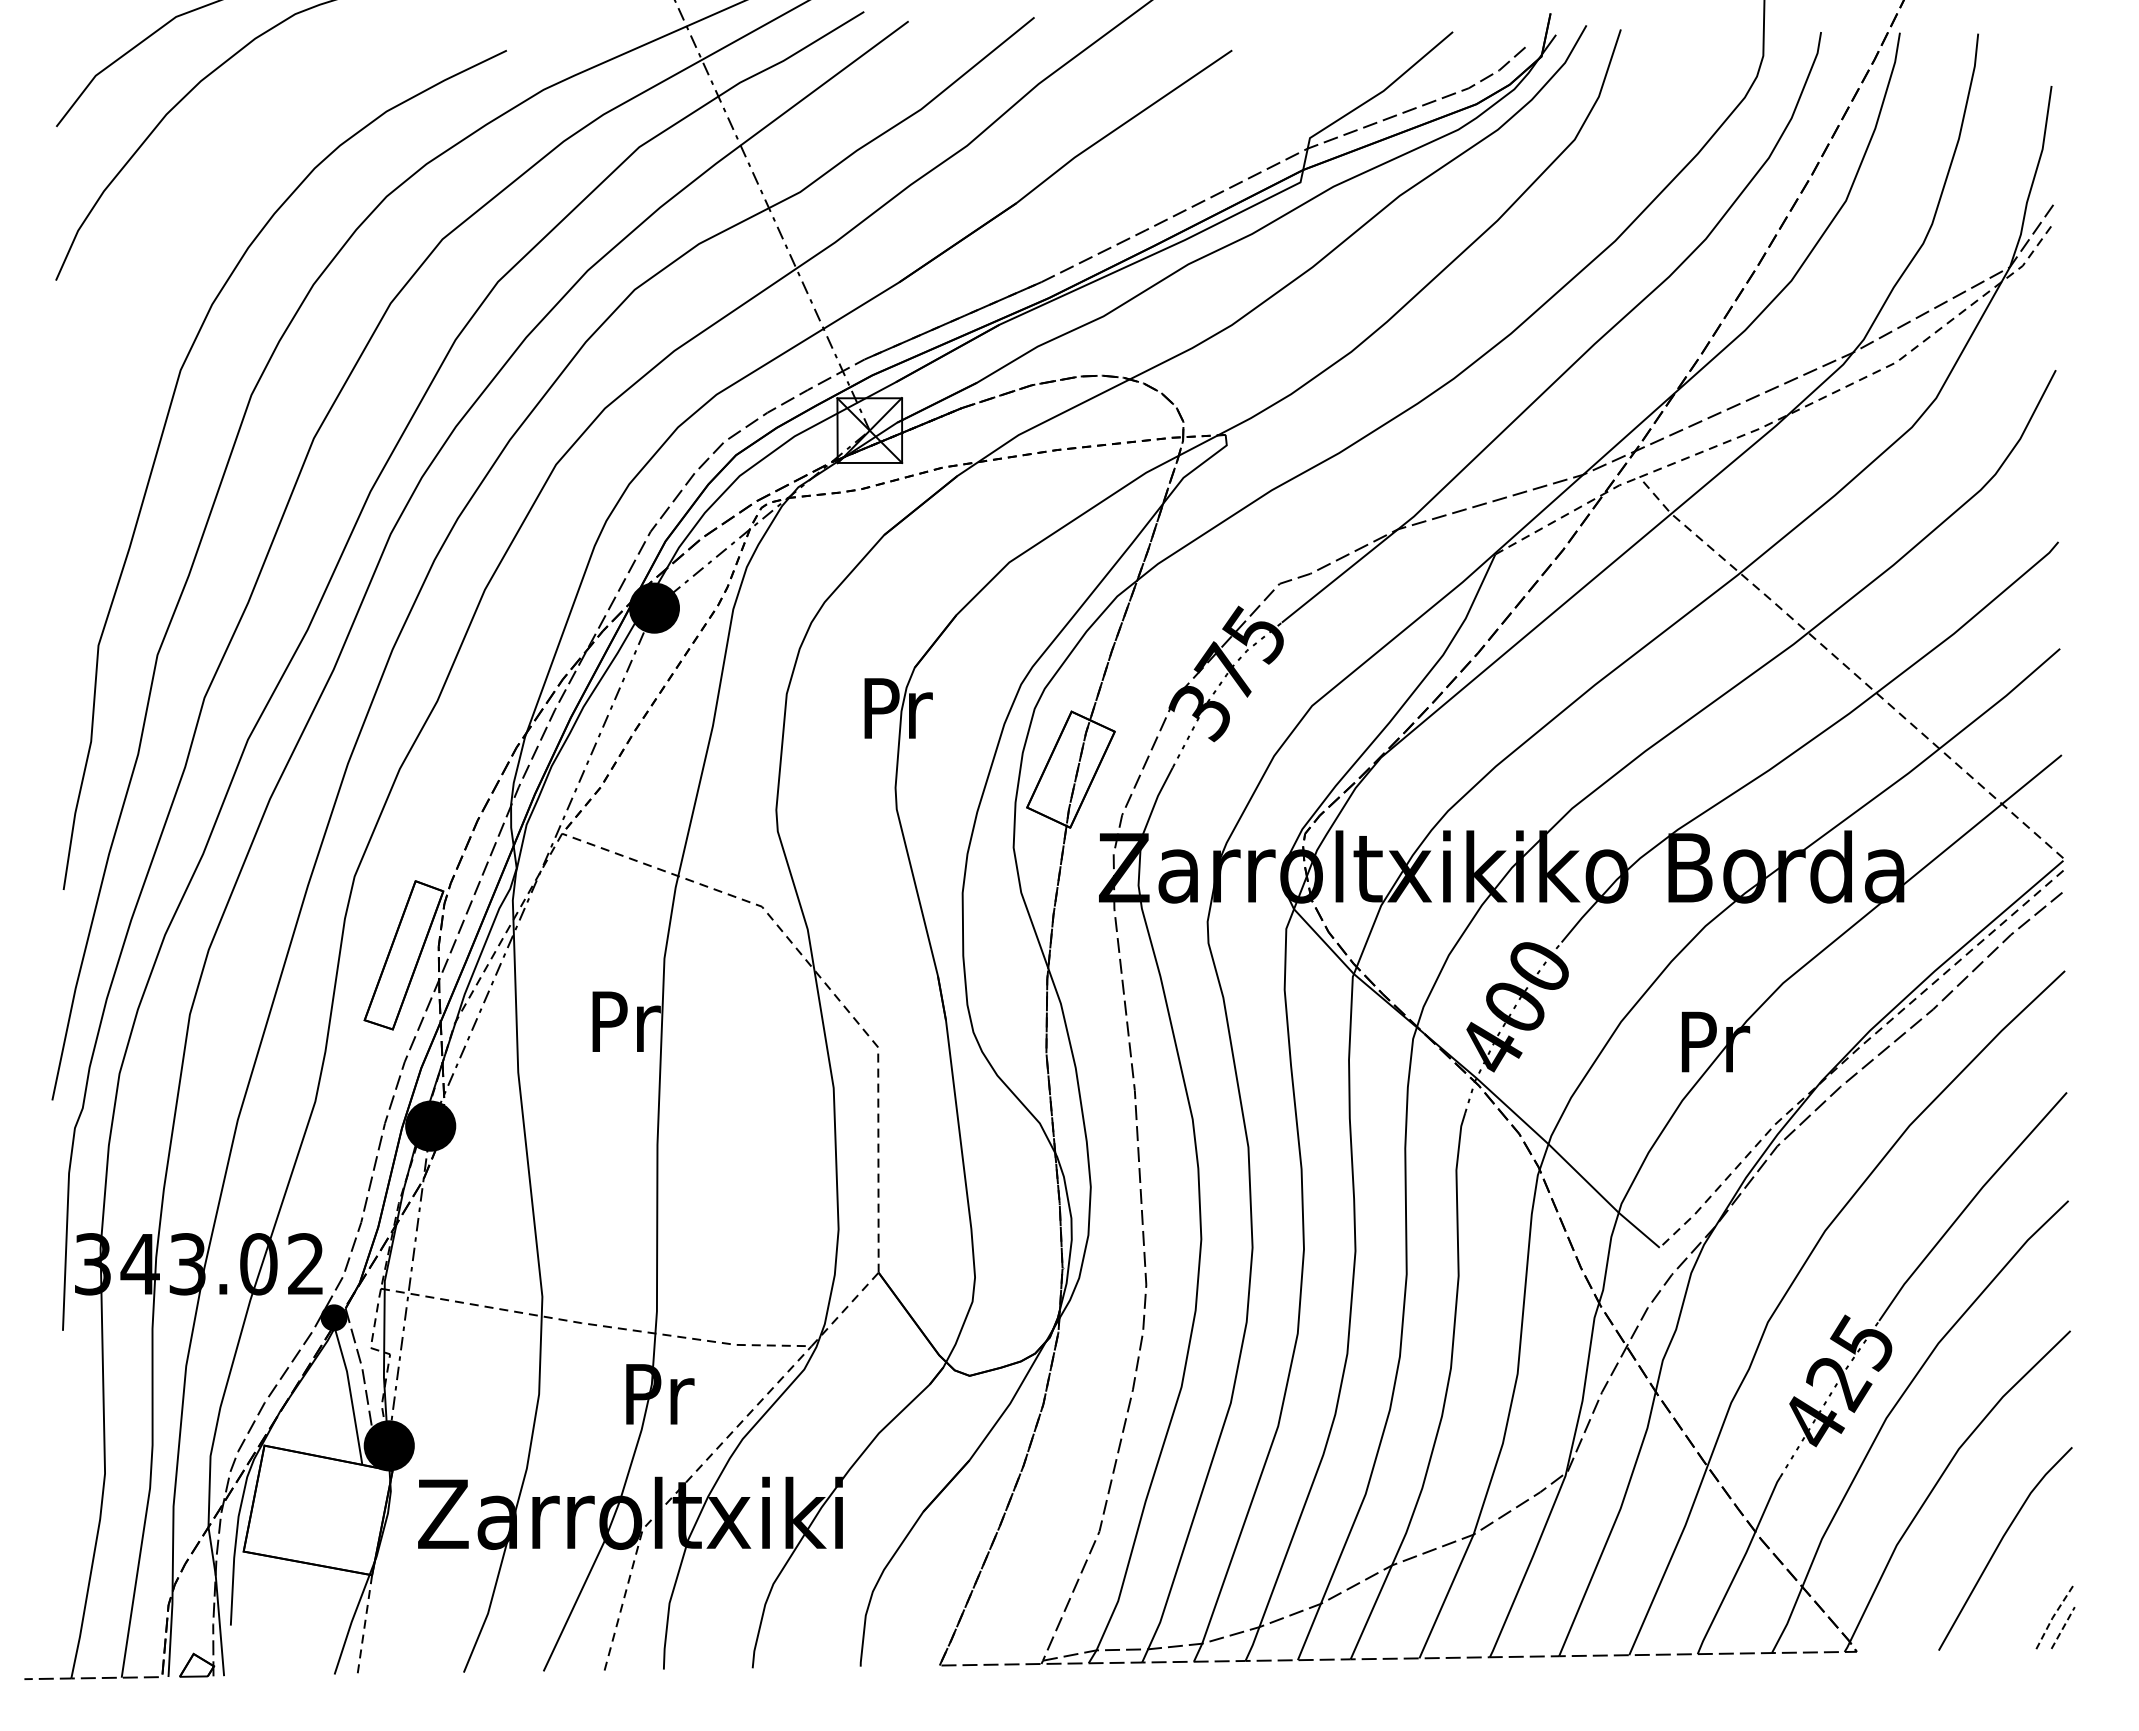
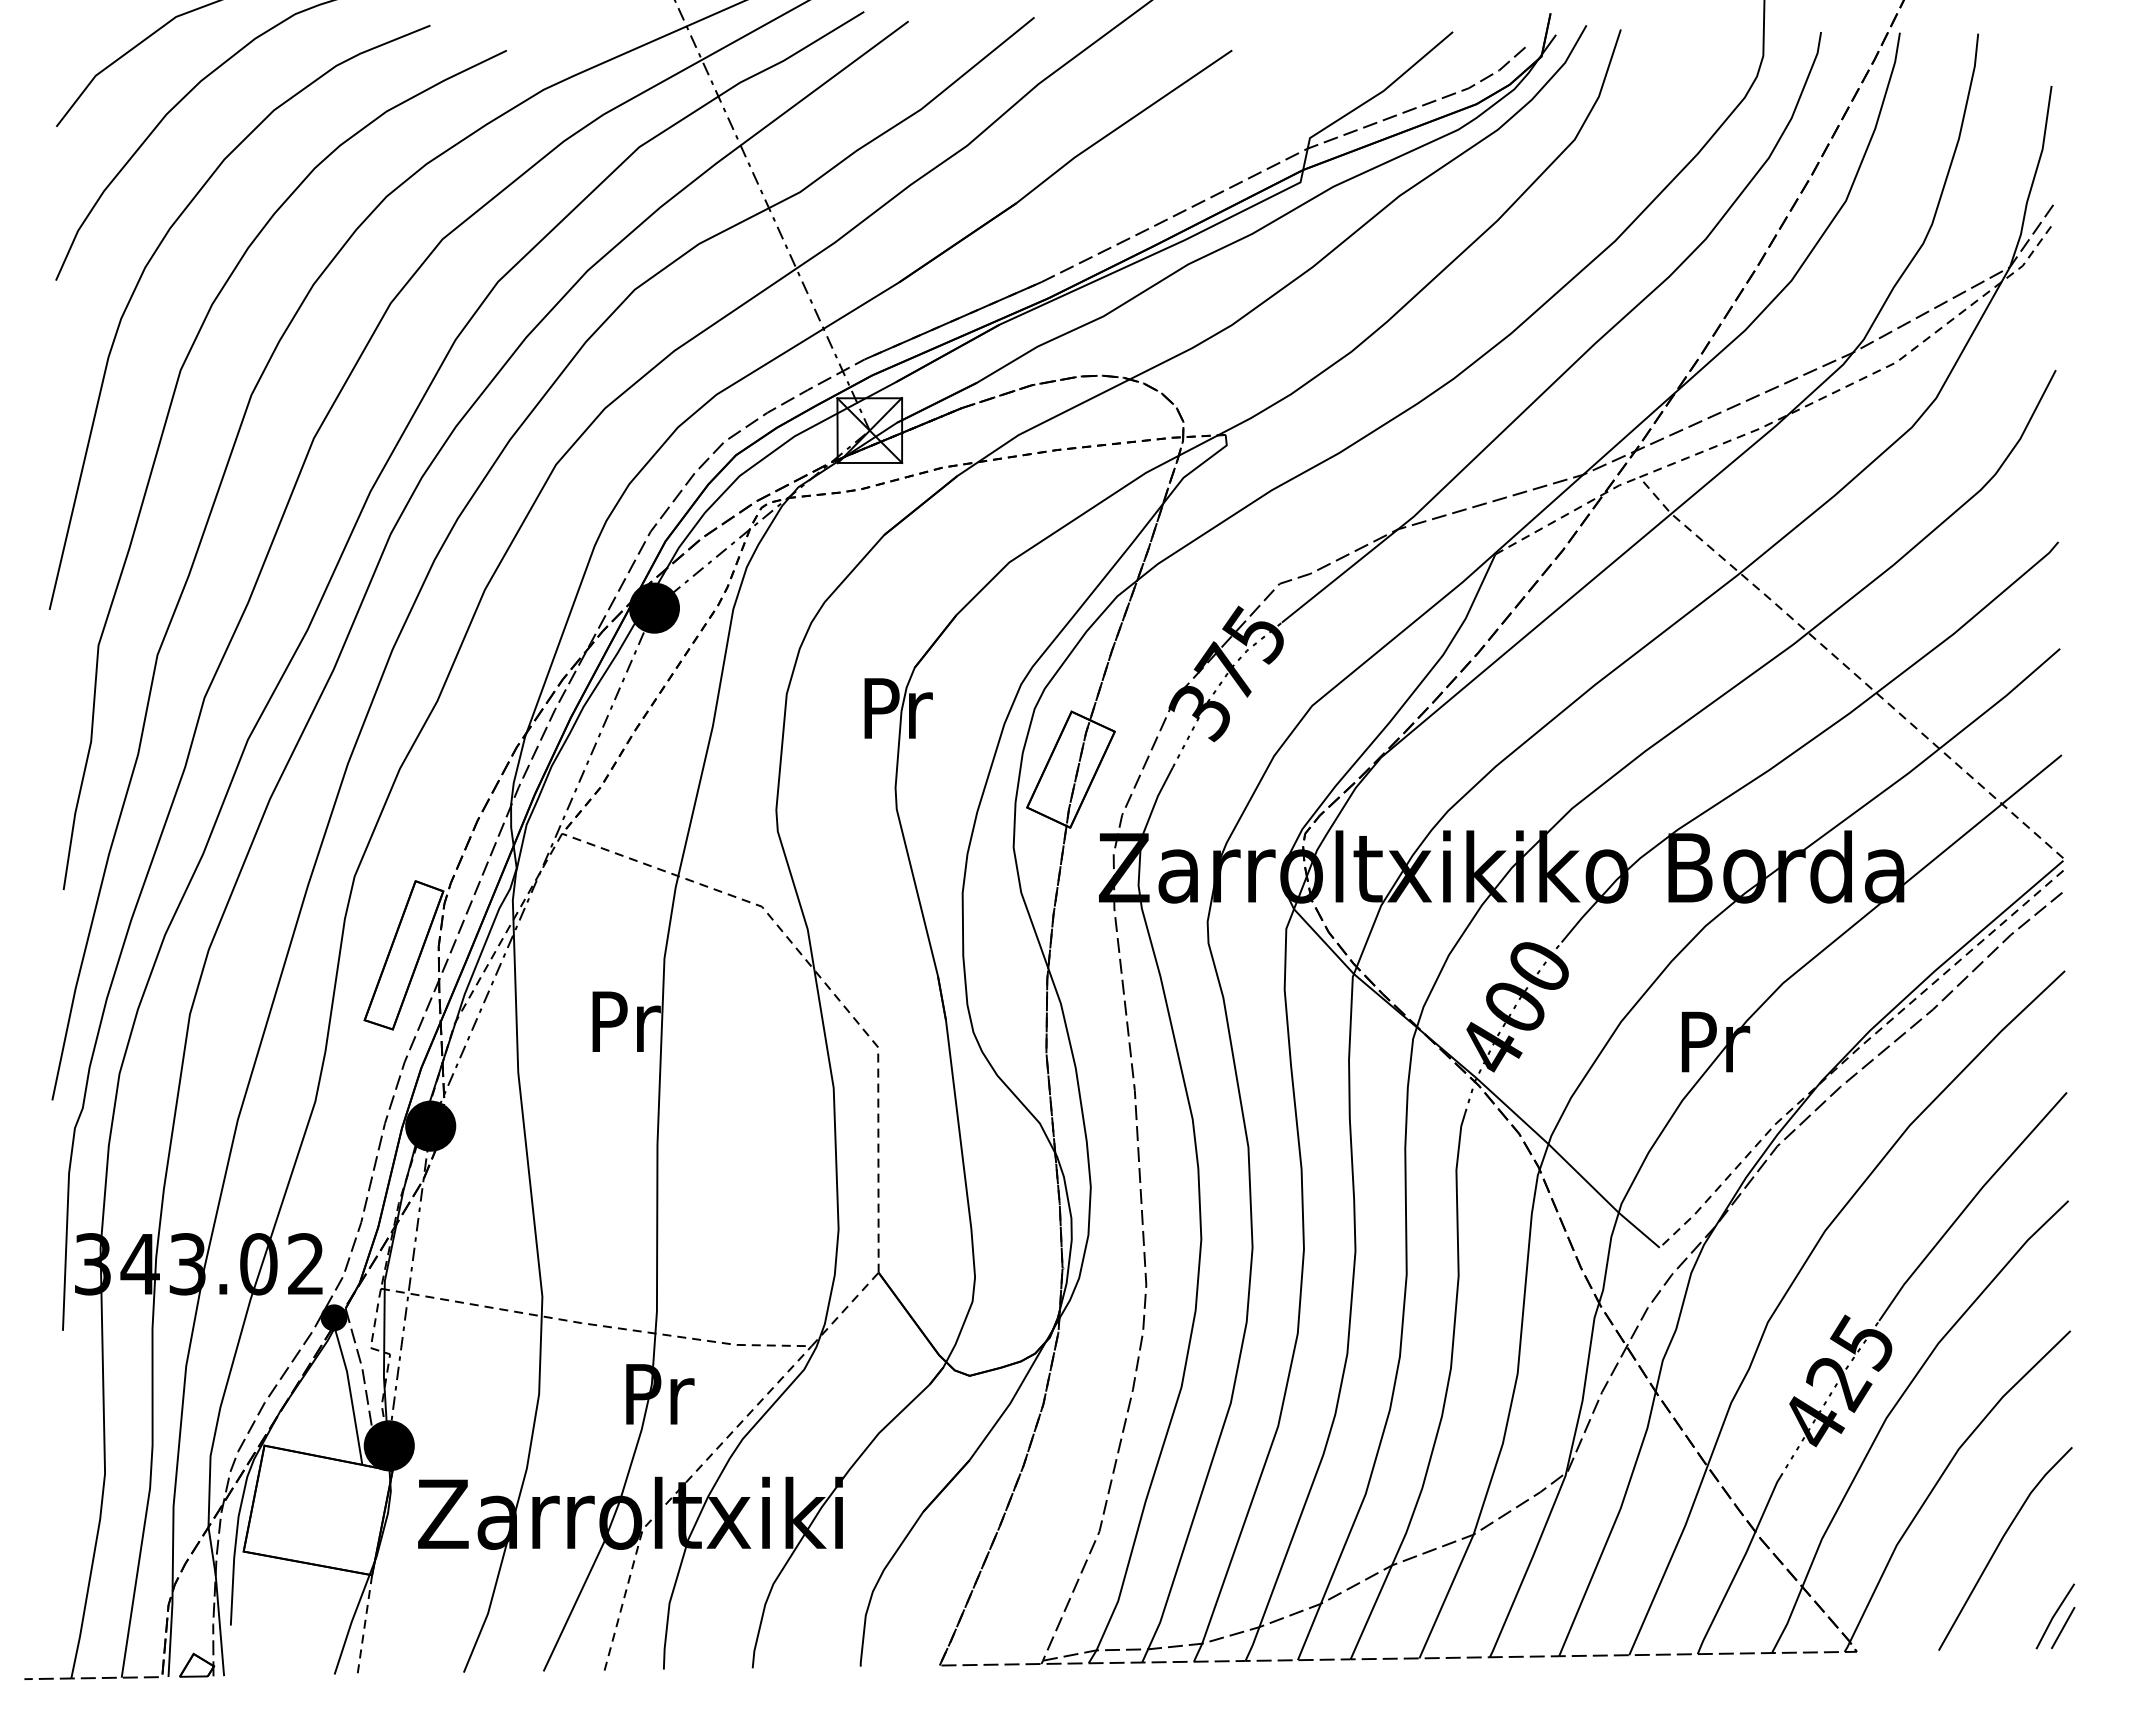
curve at (152, 258): none -> present
line at (2053, 1616): dashed -> solid
line at (2063, 1628): dashed -> solid
